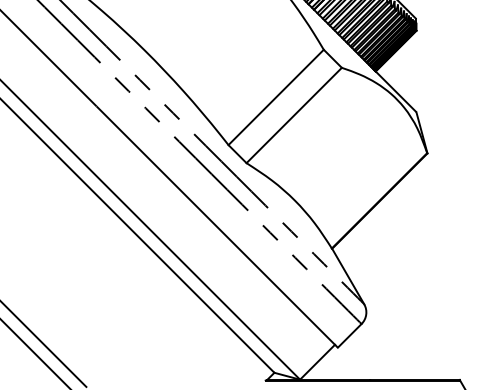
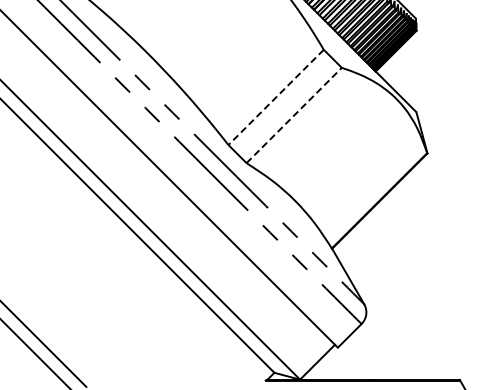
line at (275, 97): solid -> dashed
line at (294, 115): solid -> dashed
